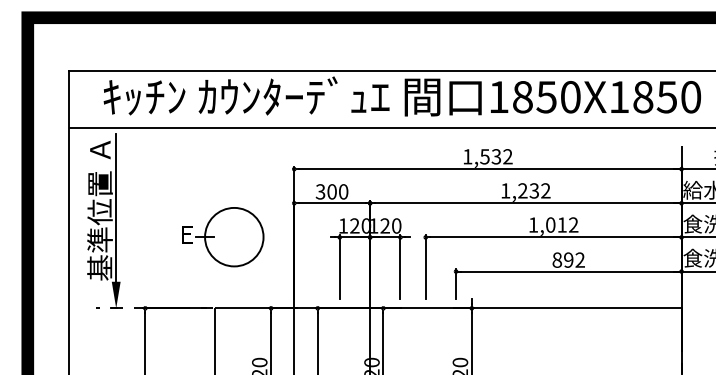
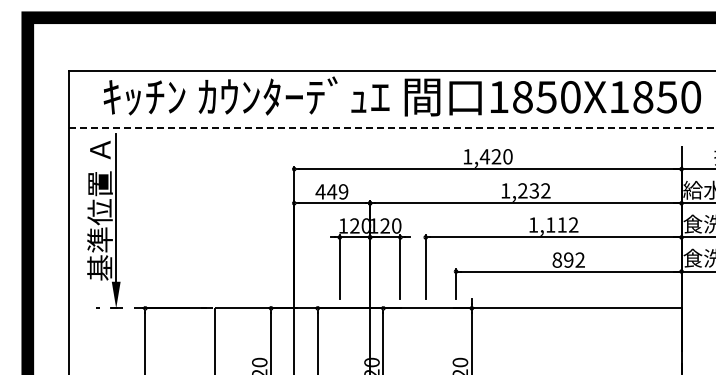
line at (392, 128): solid -> dashed
text at (495, 156): 1,532 -> 1,420
text at (331, 191): 300 -> 449
text at (550, 224): 1,012 -> 1,112
part at (223, 237): present -> none
